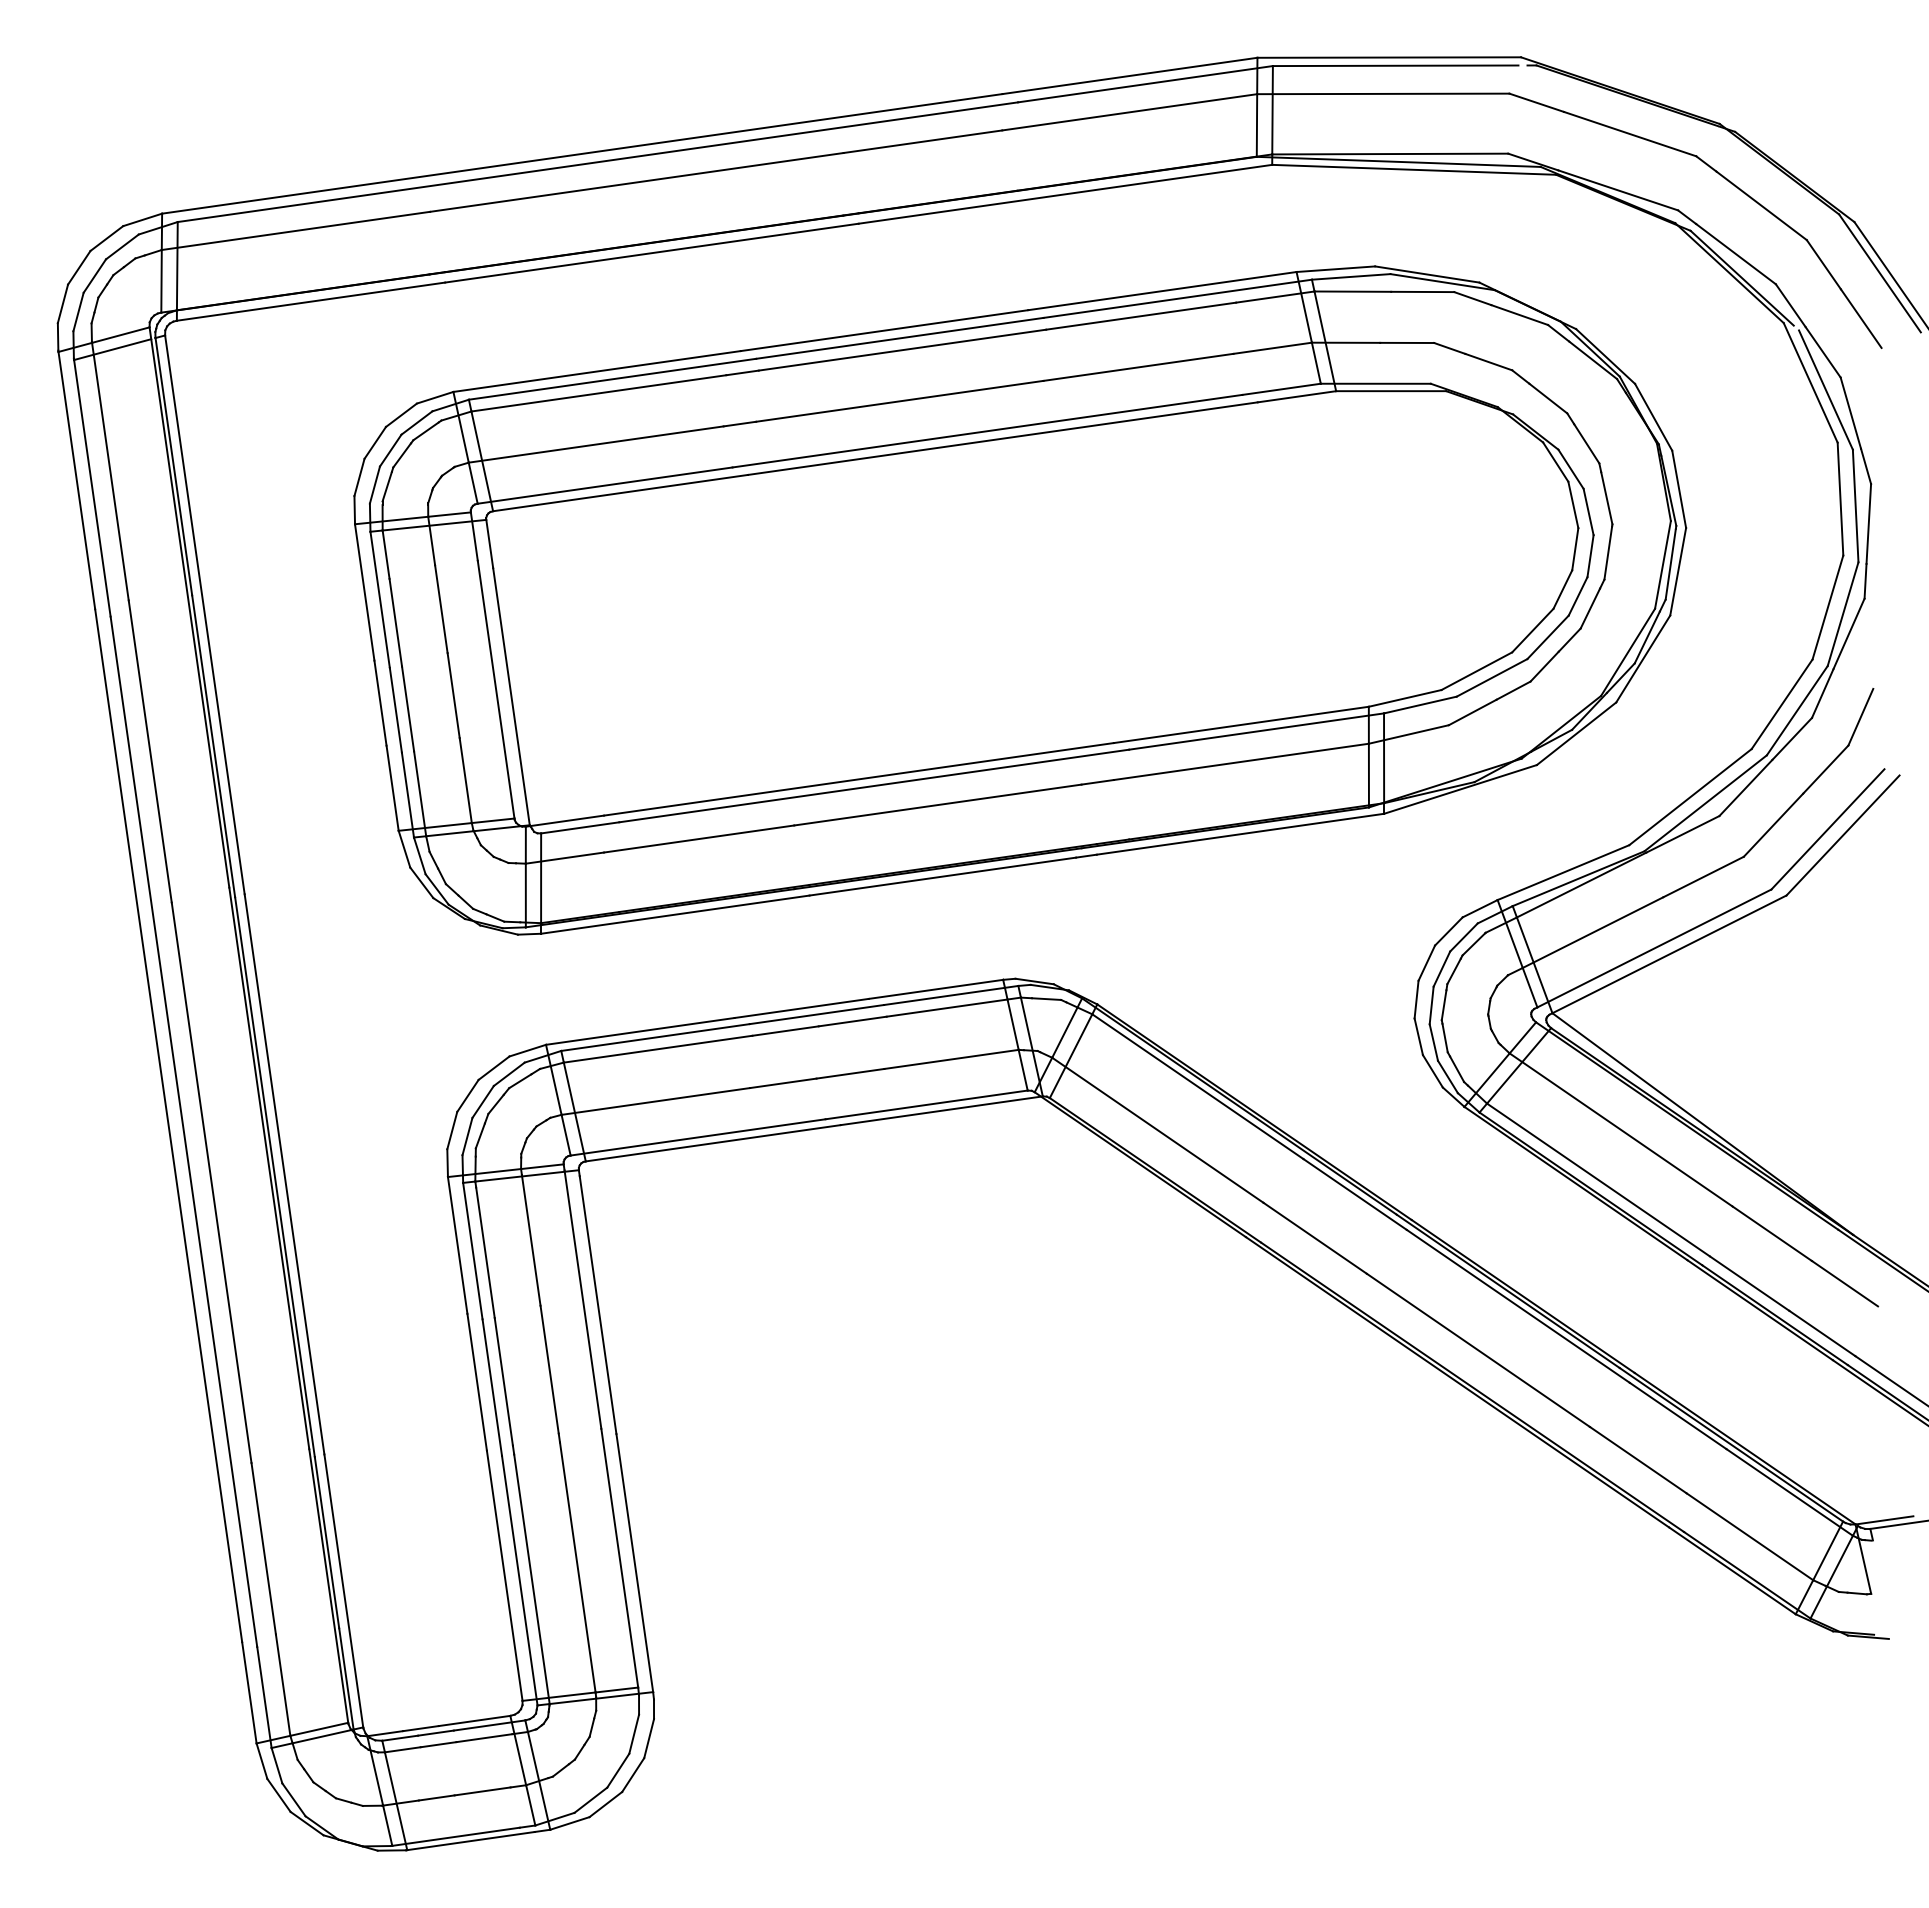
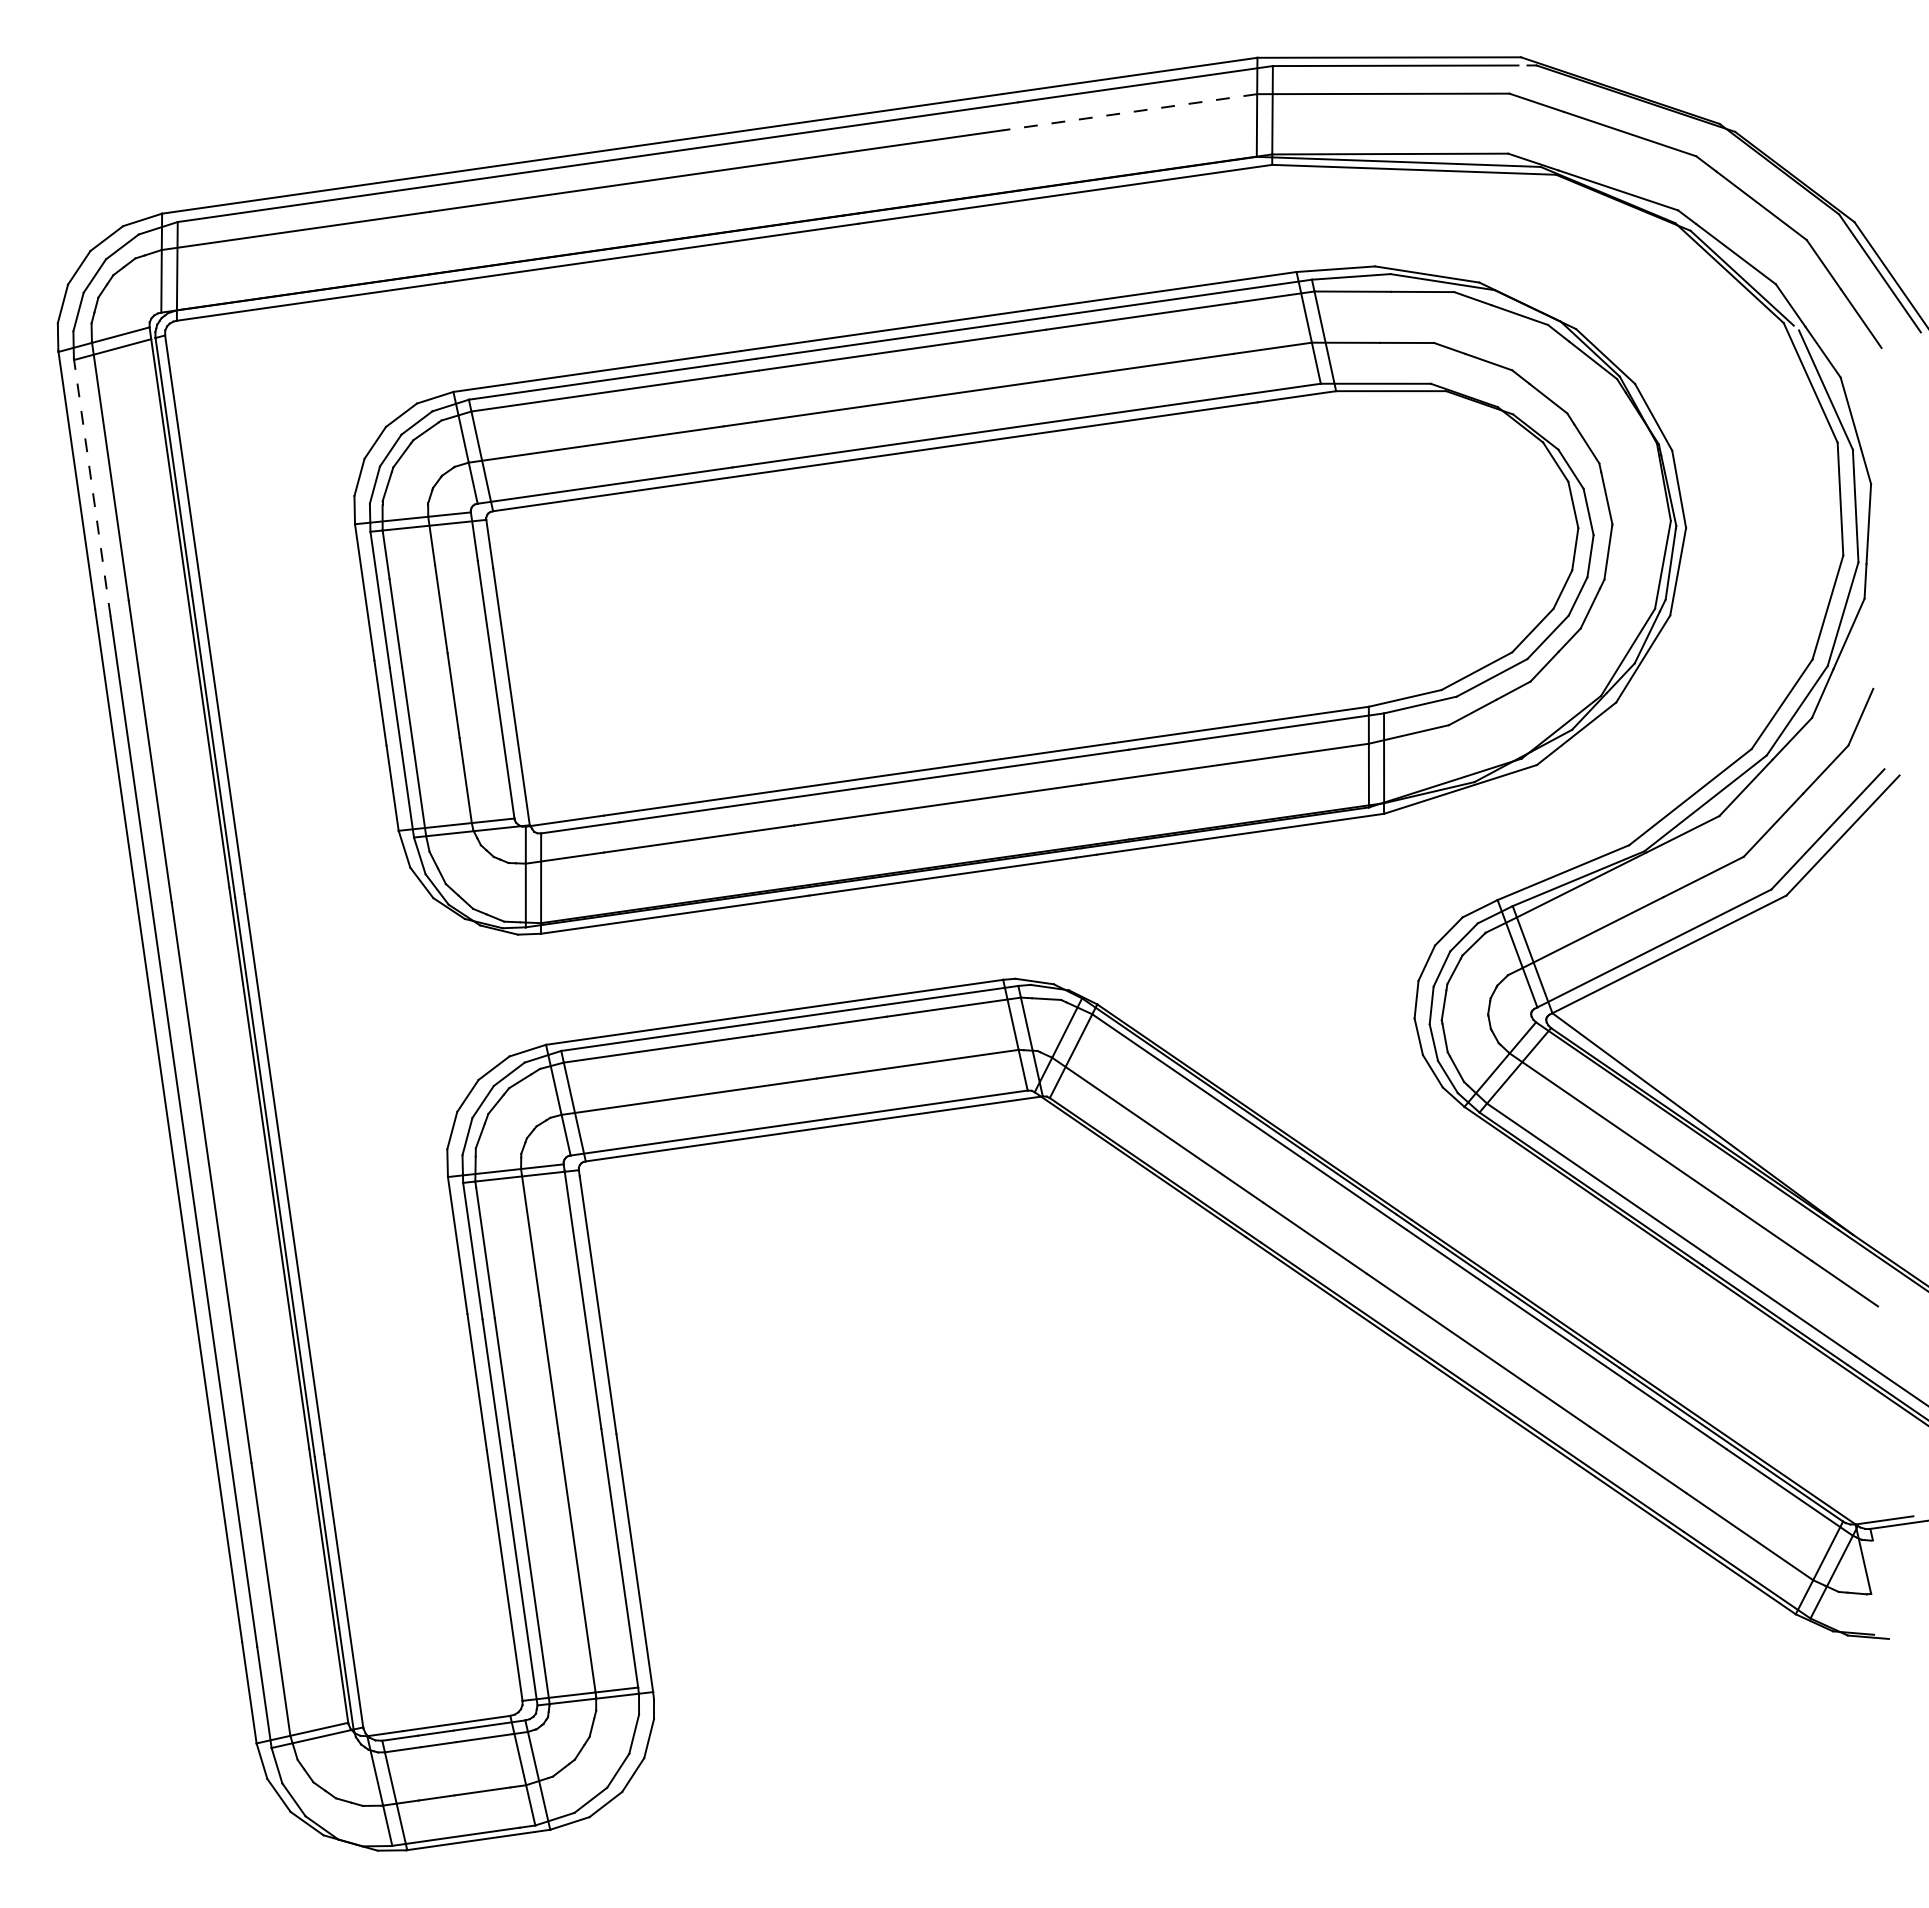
line at (1129, 112): solid -> dashed
line at (92, 488): solid -> dashed
